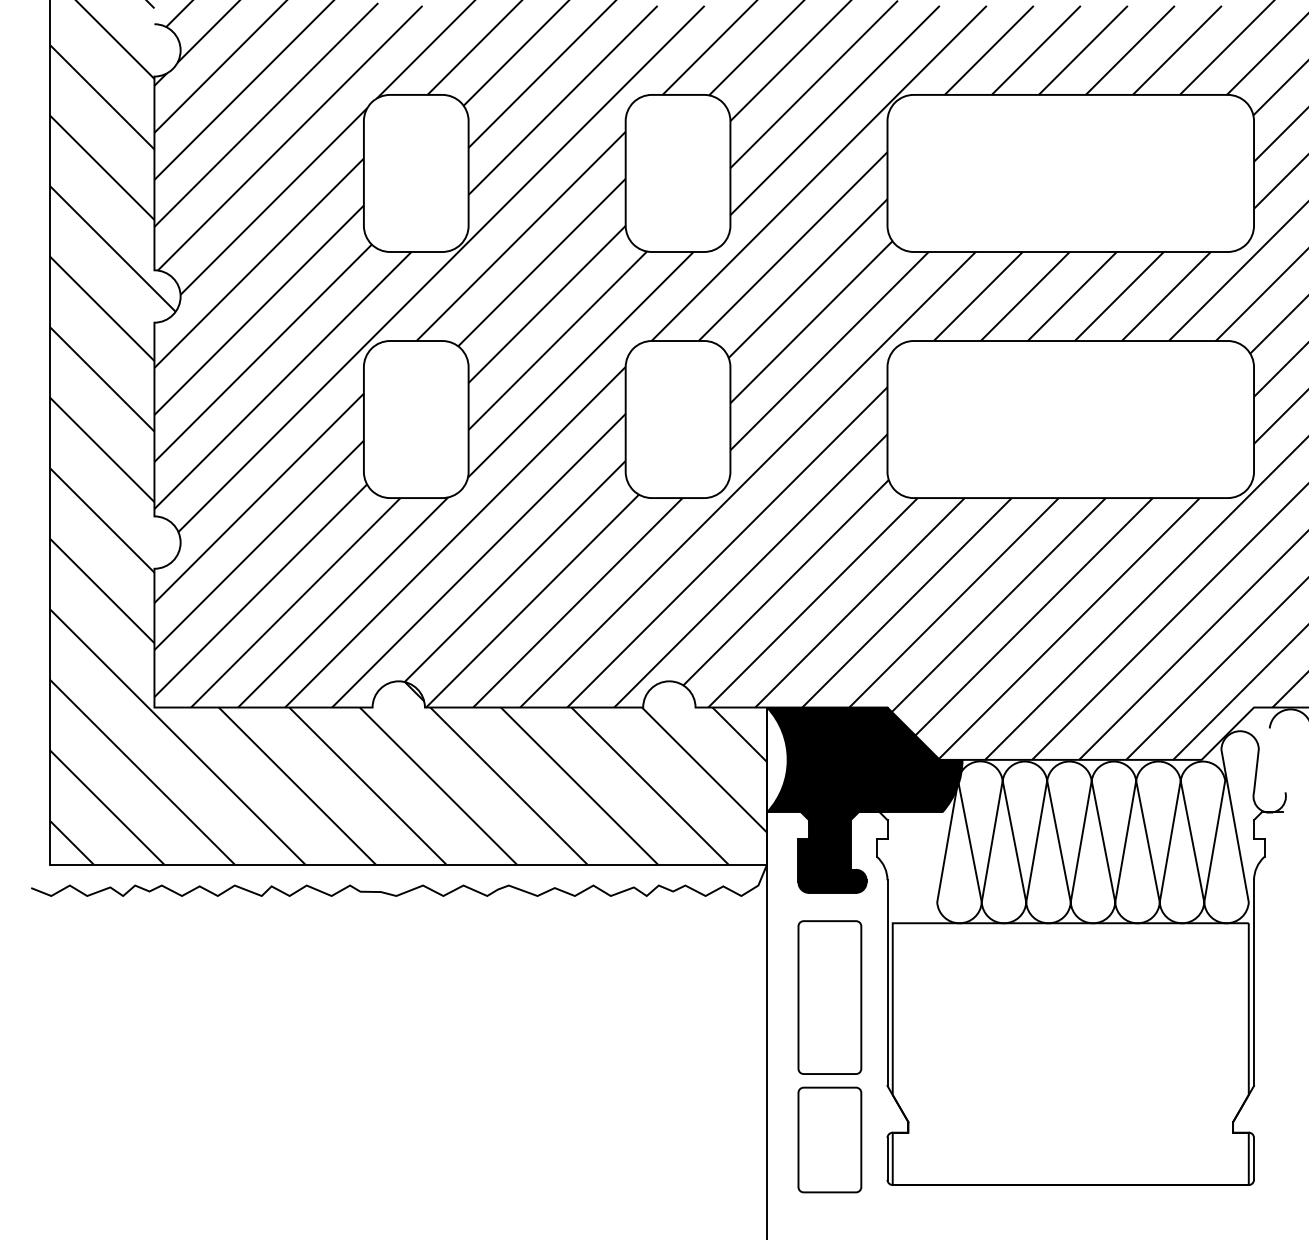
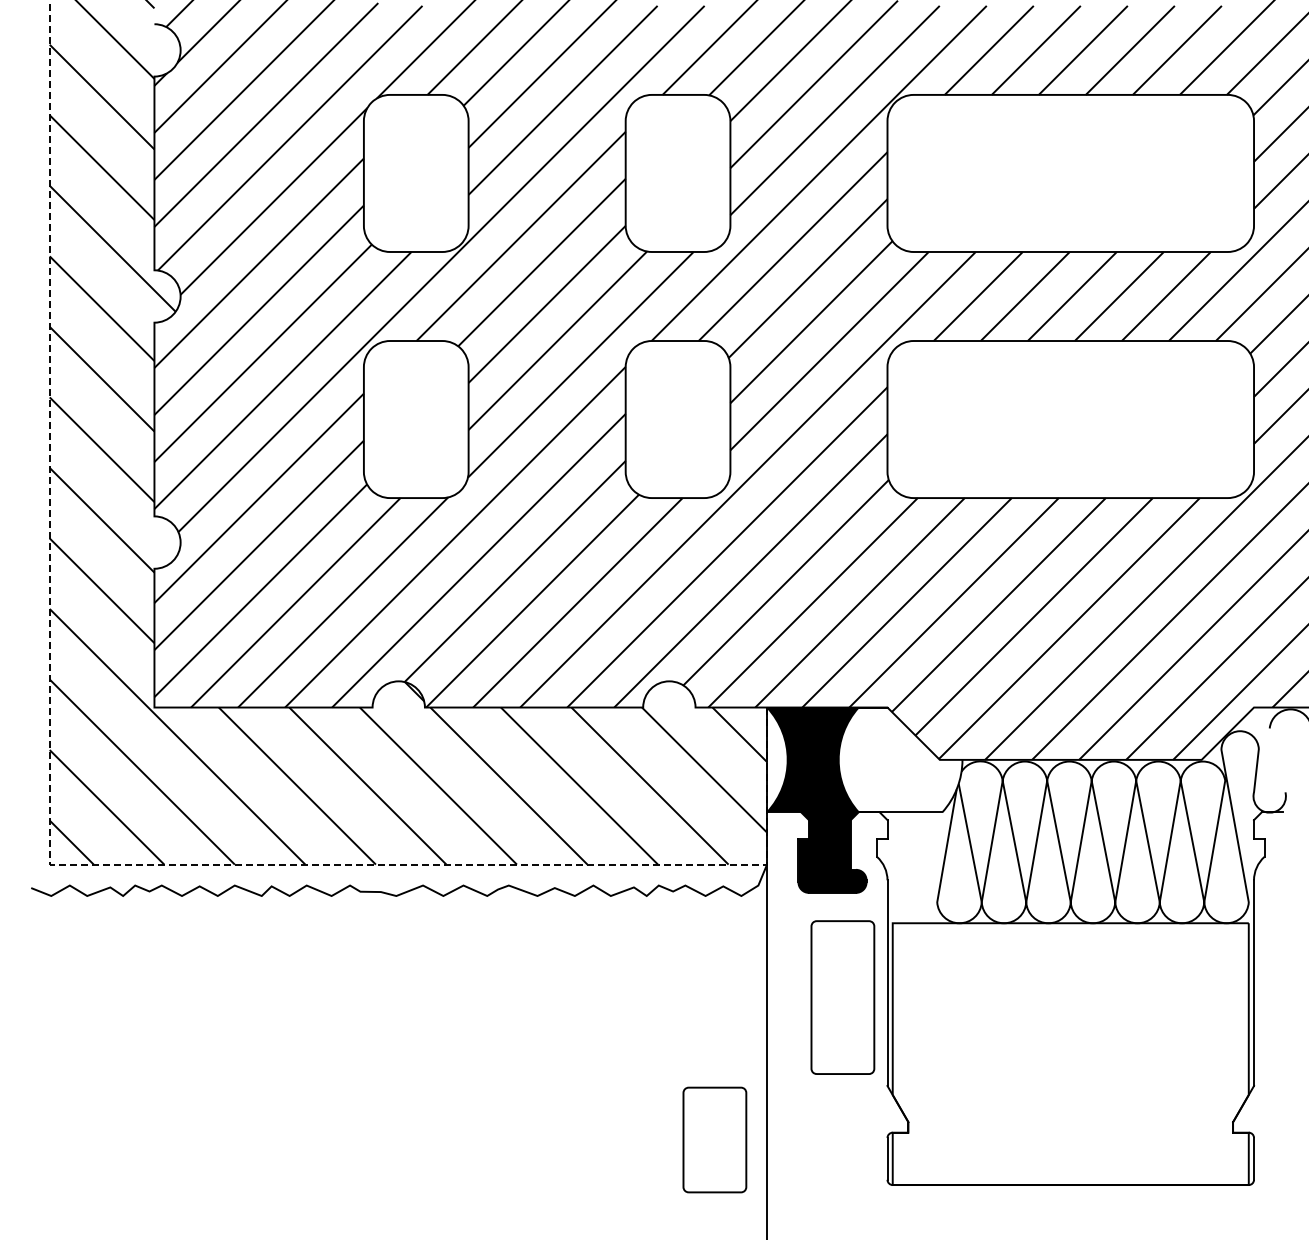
fill at (900, 759): present -> none
line at (55, 864): solid -> dashed
part at (829, 997) position: (829, 997) -> (842, 997)
part at (829, 1139) position: (829, 1139) -> (714, 1139)
